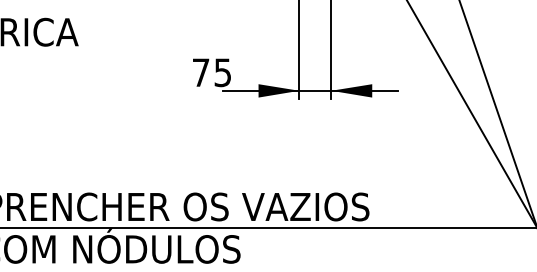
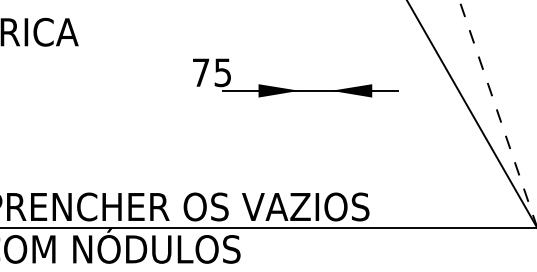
line at (299, 50): present -> none
line at (331, 50): present -> none
line at (497, 112): solid -> dashed
